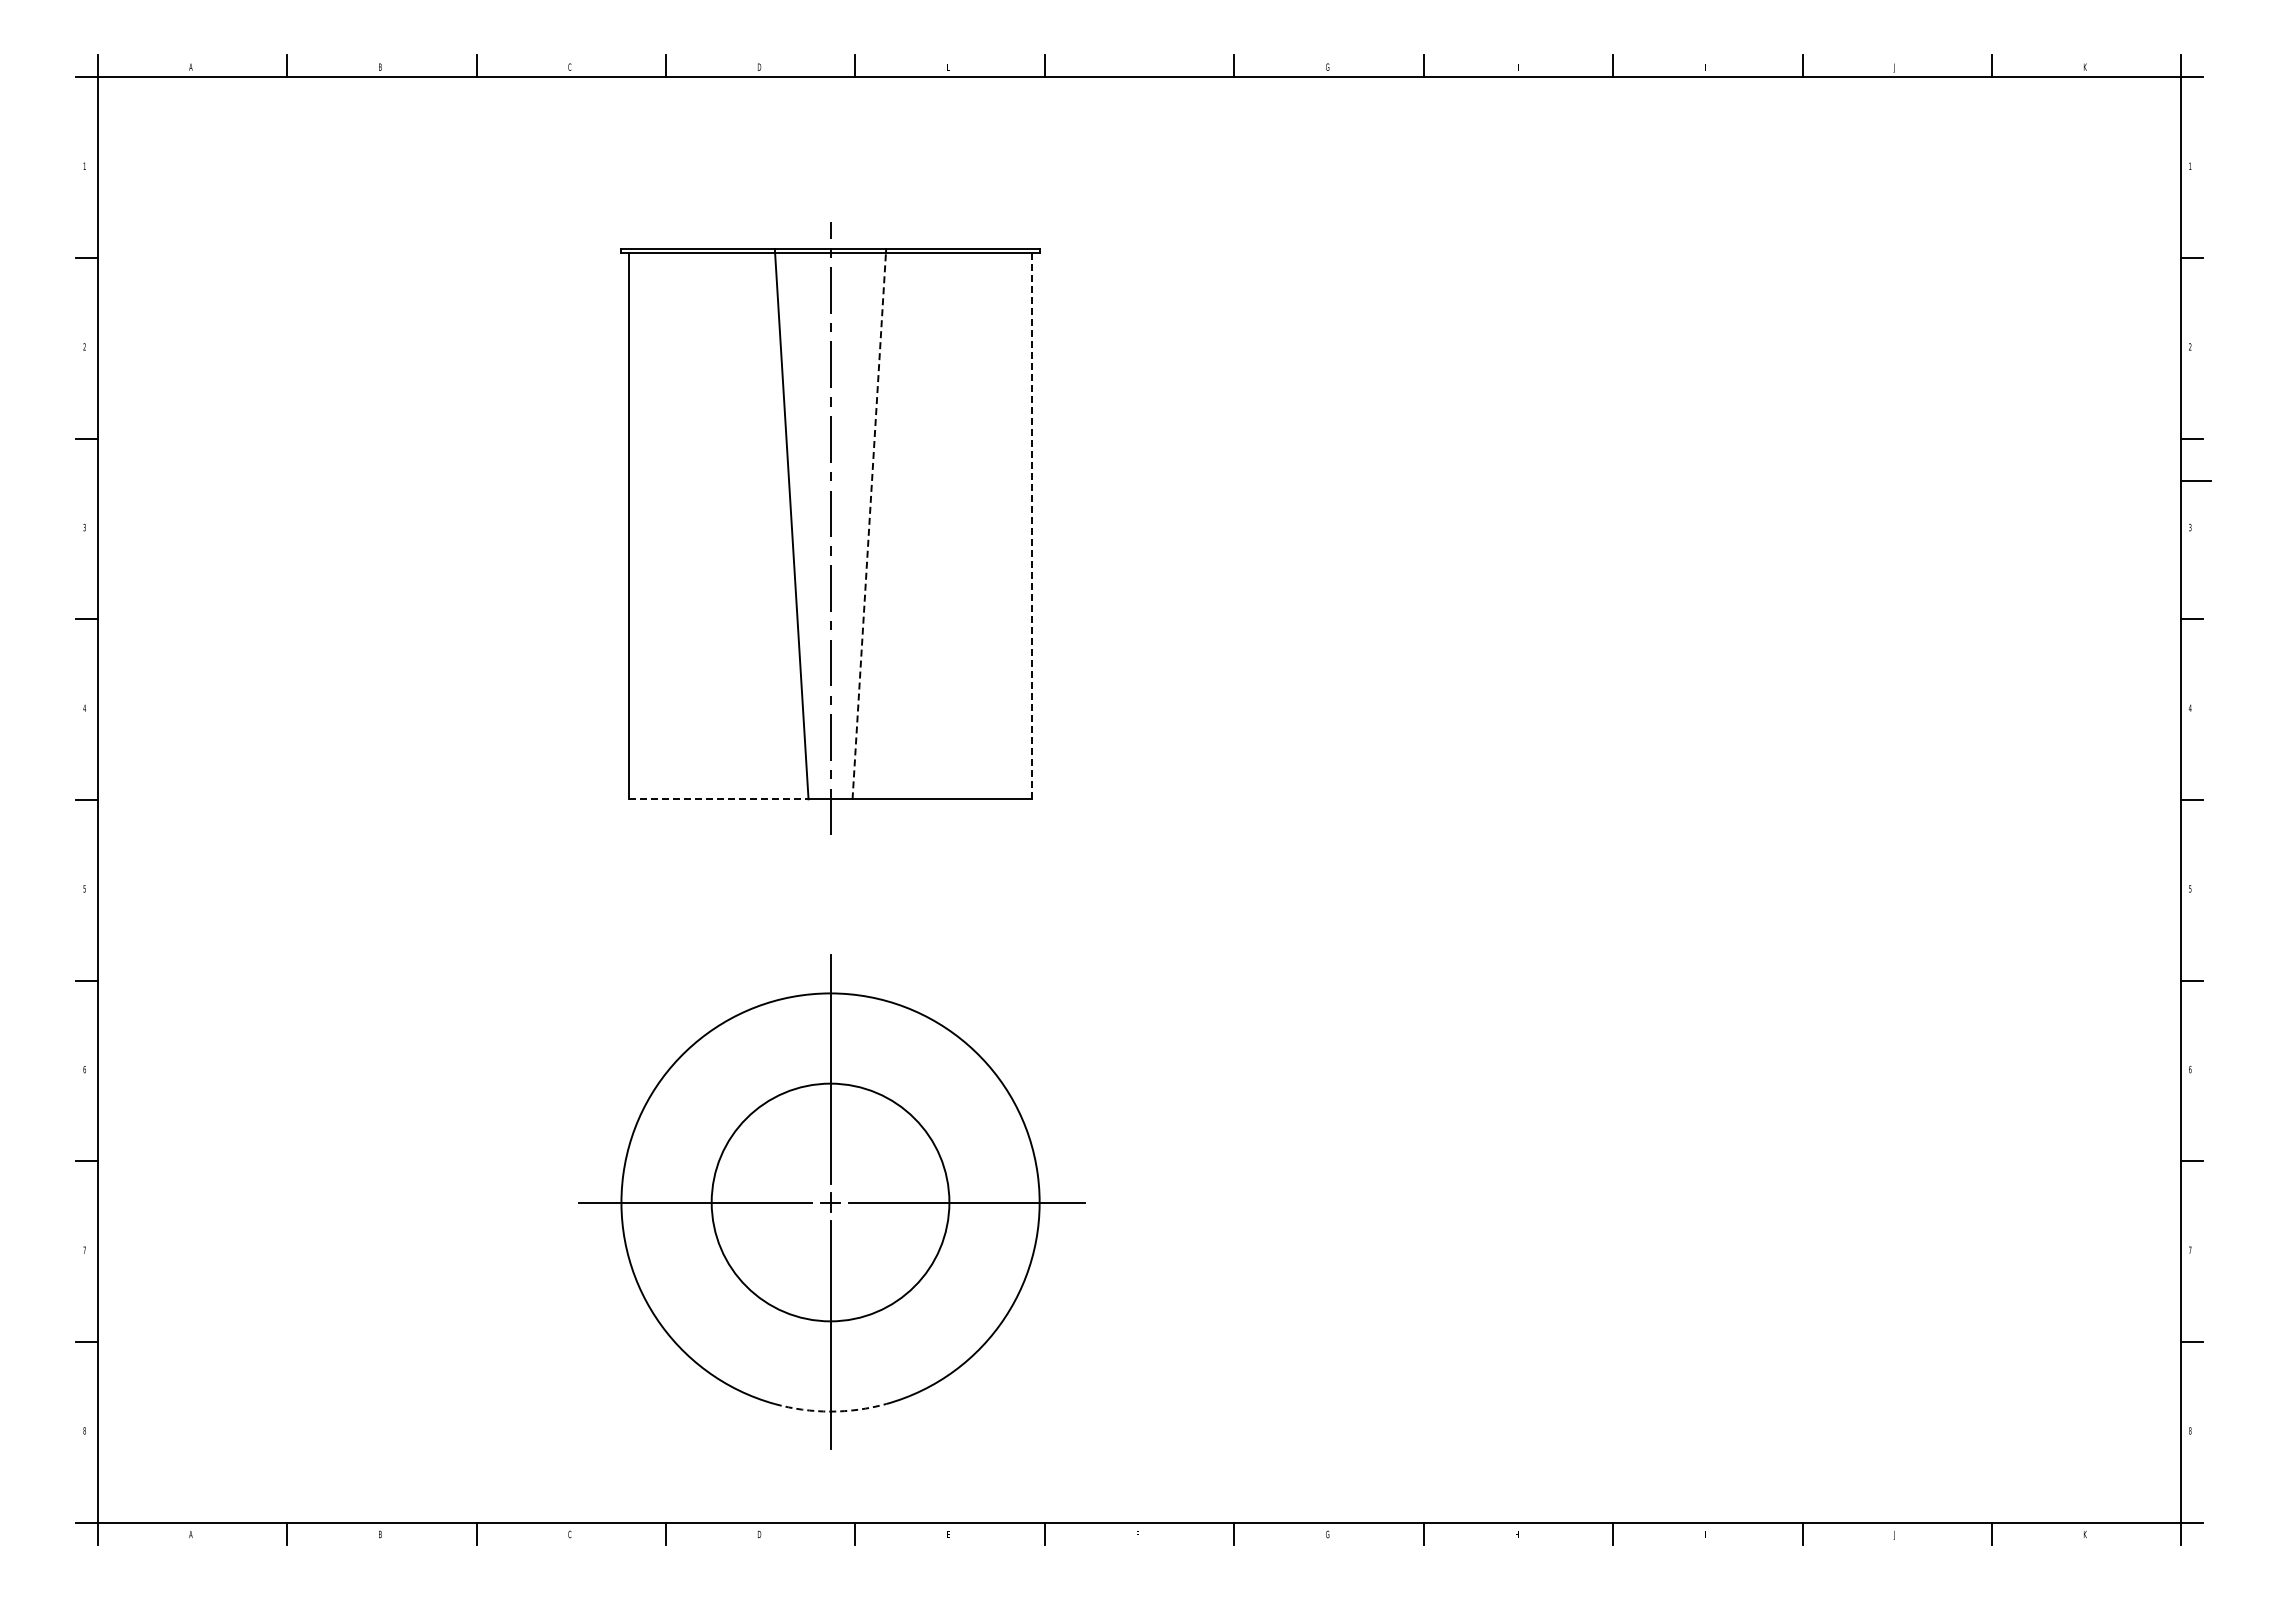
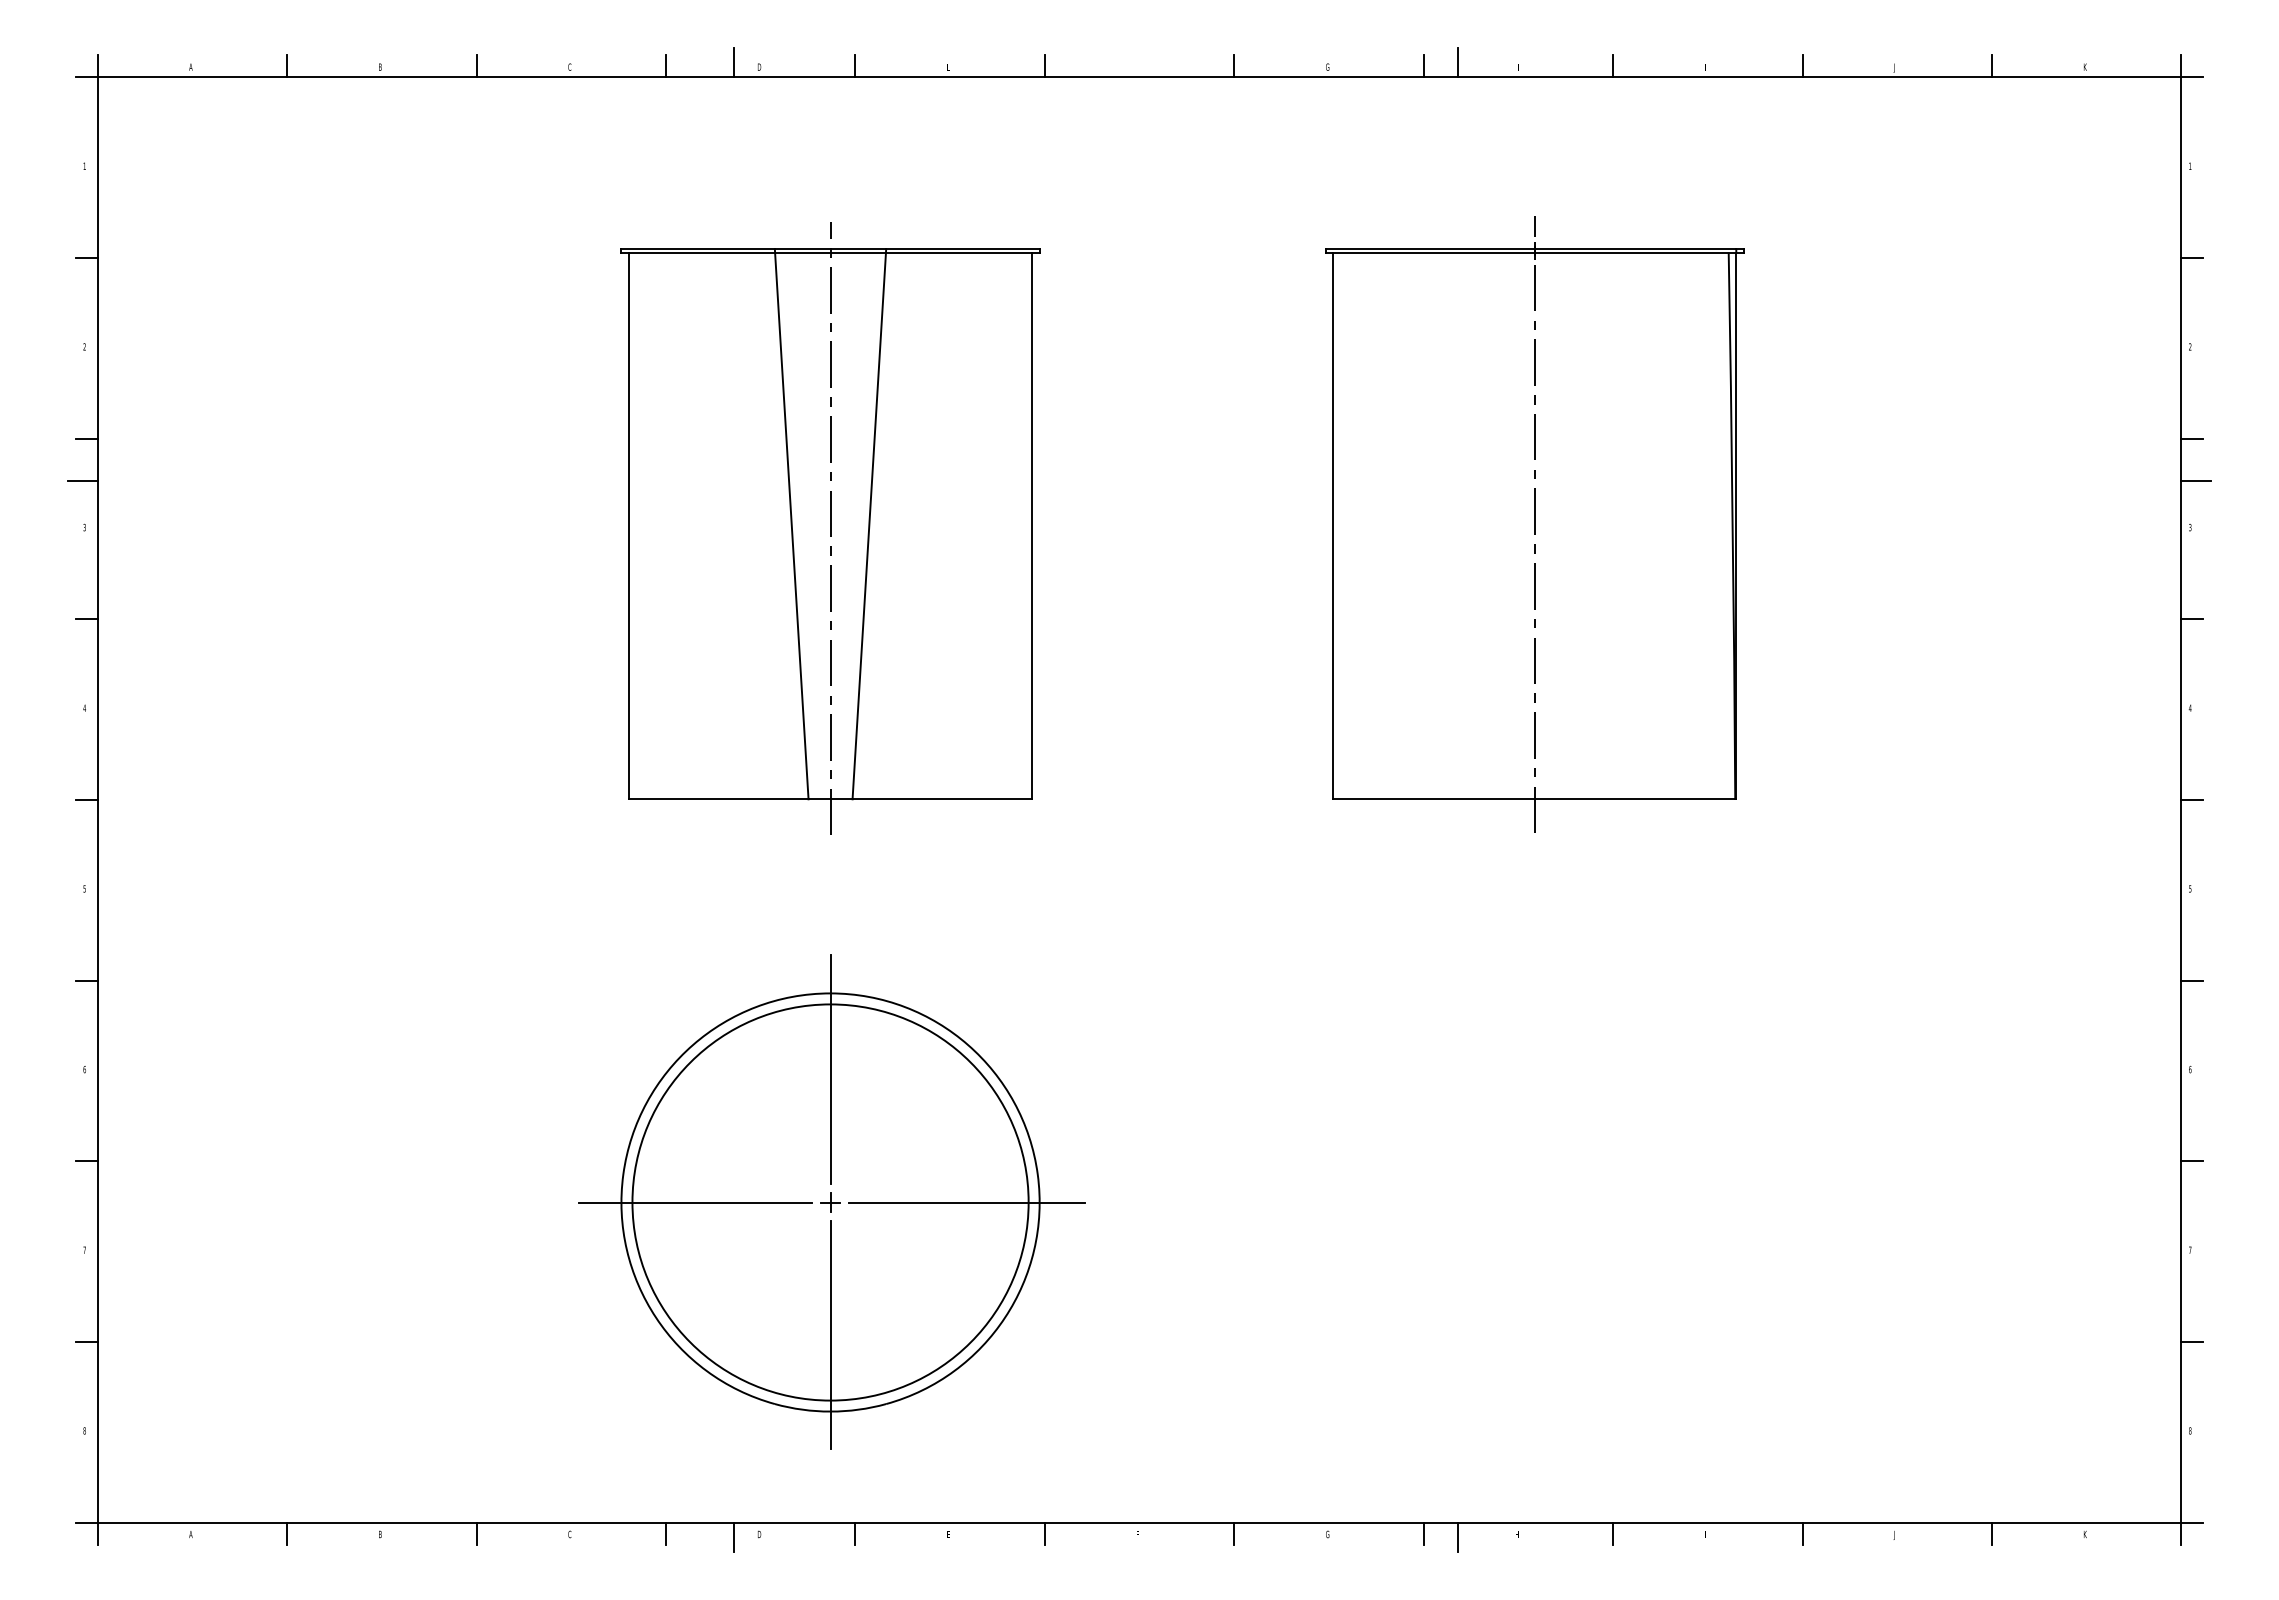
line at (734, 62): none -> present
line at (1457, 62): none -> present
line at (82, 480): none -> present
part at (1534, 524): none -> present
line at (1032, 525): dashed -> solid
line at (869, 526): dashed -> solid
line at (718, 799): dashed -> solid
circle at (830, 1202) diameter: 238 px -> 396 px
arc at (830, 1411): dashed -> solid
line at (734, 1536): none -> present
line at (1457, 1536): none -> present
